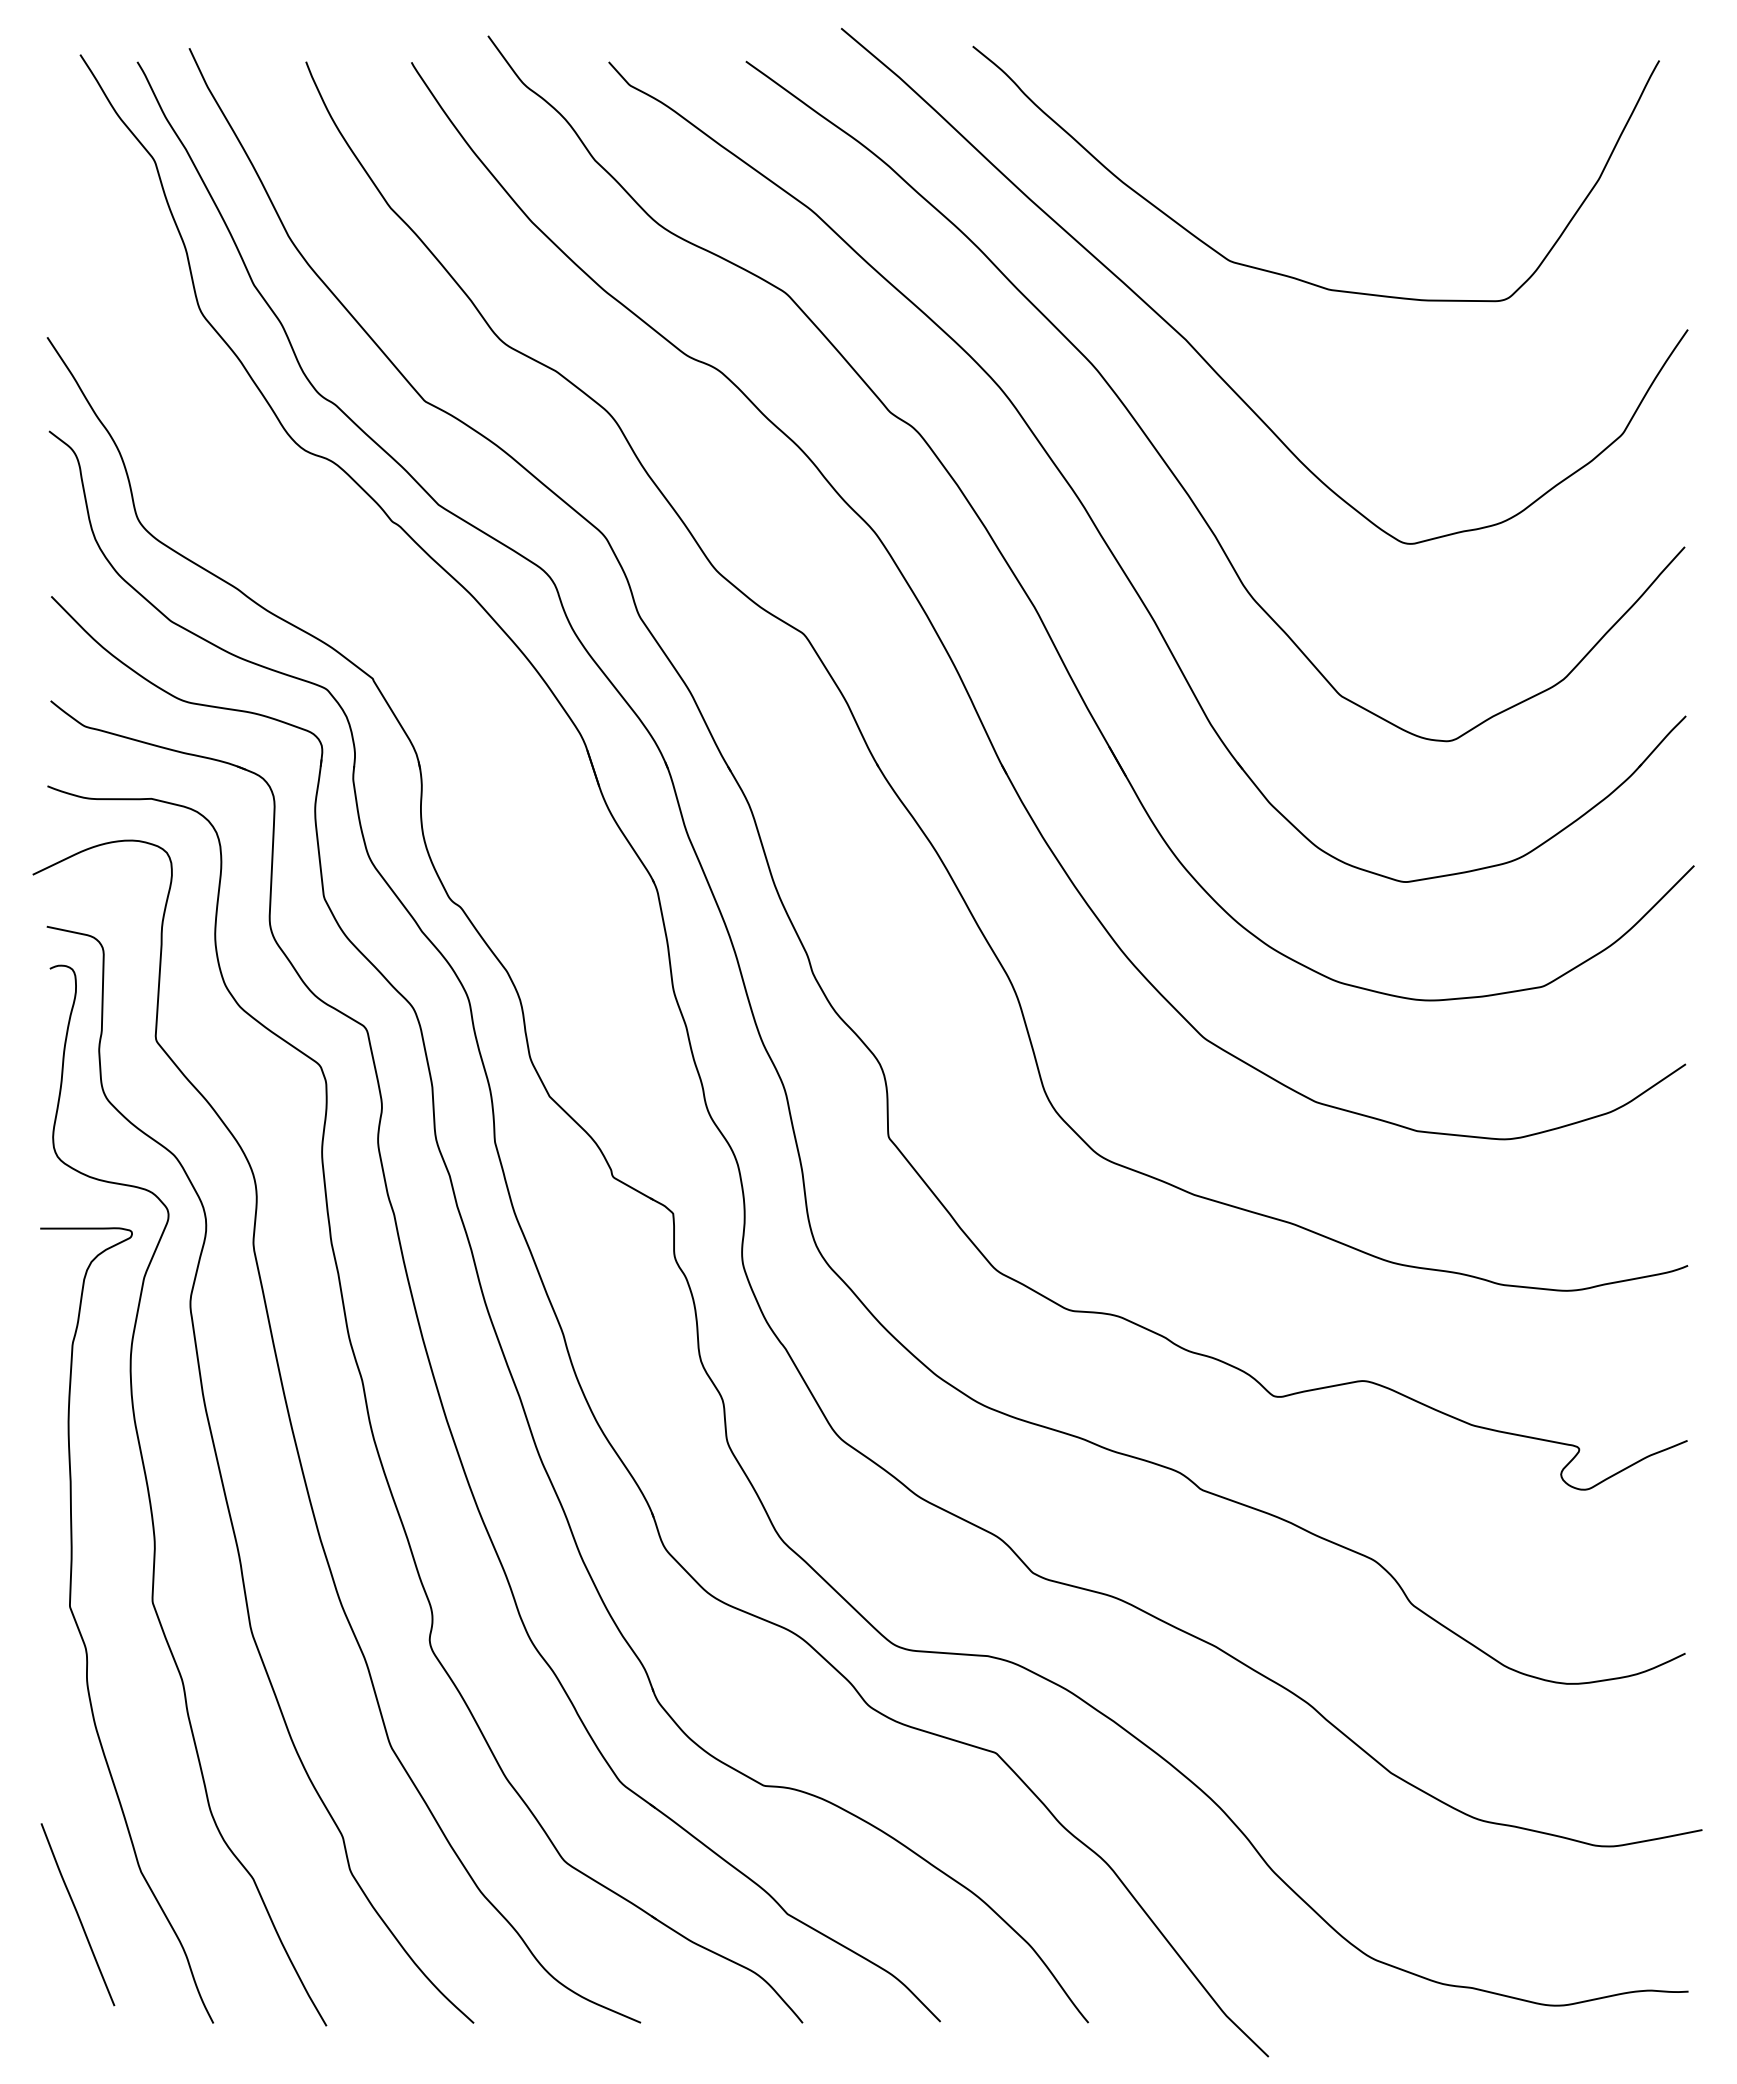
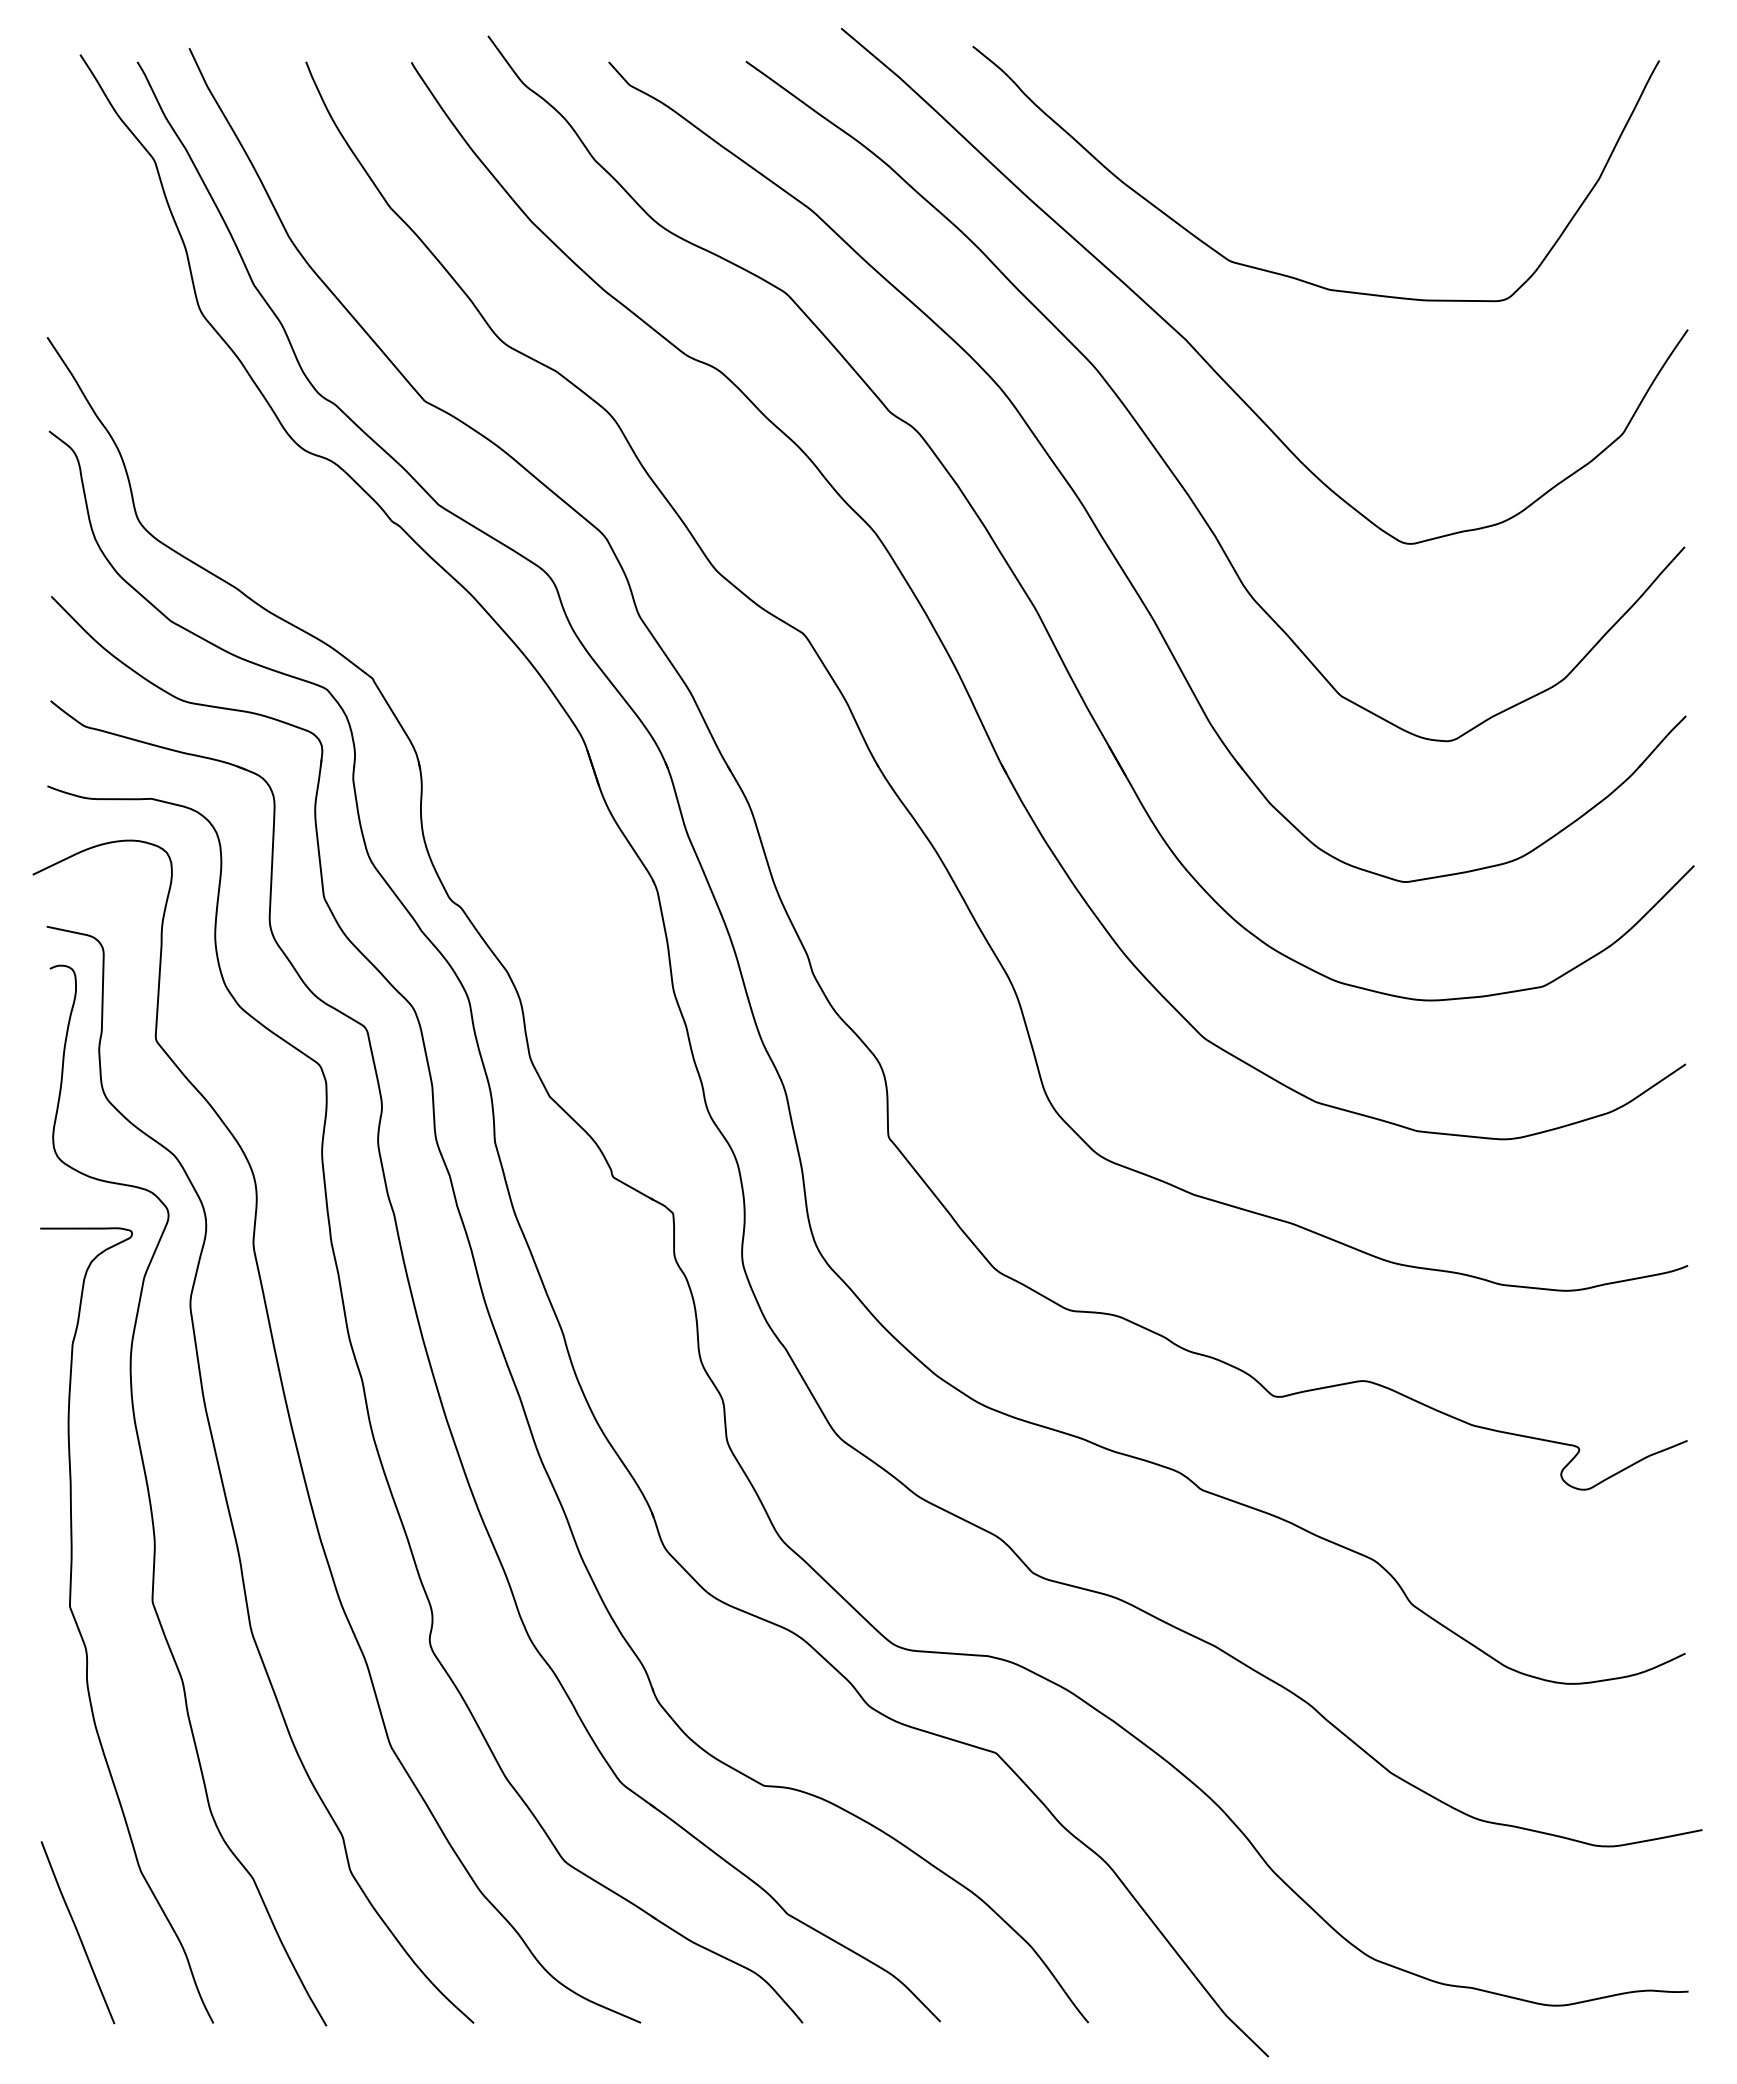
line at (77, 1914) position: (77, 1914) -> (77, 1932)
